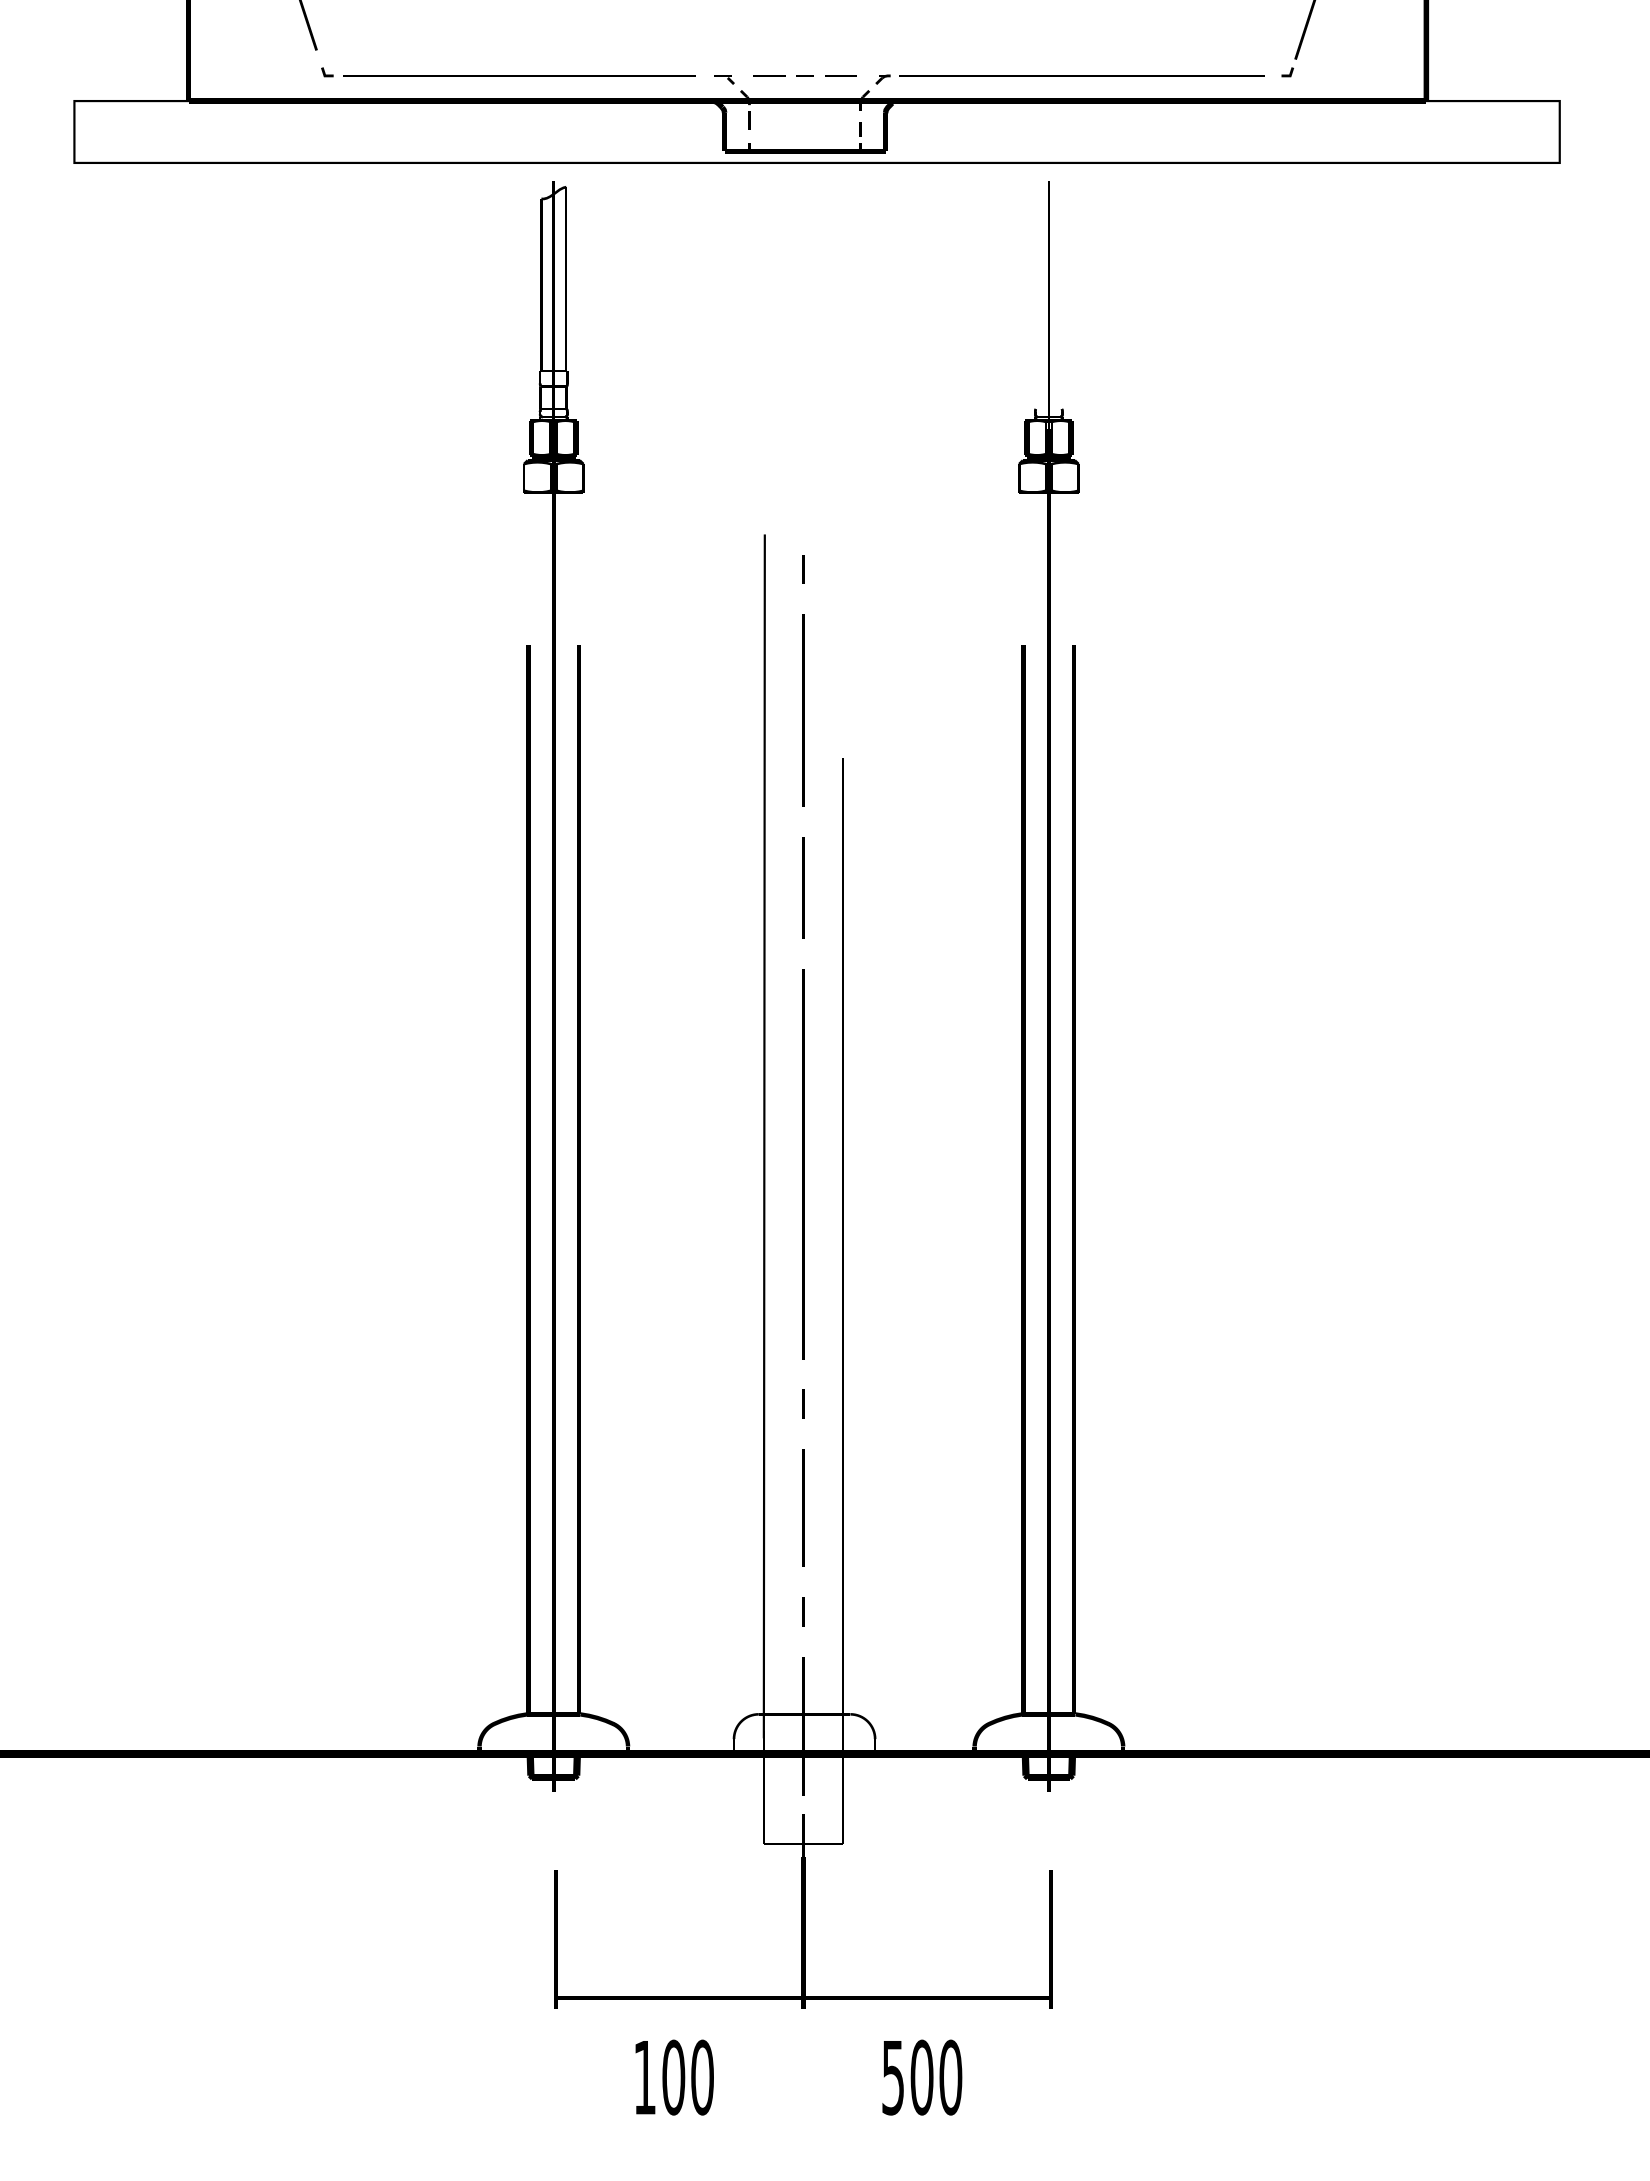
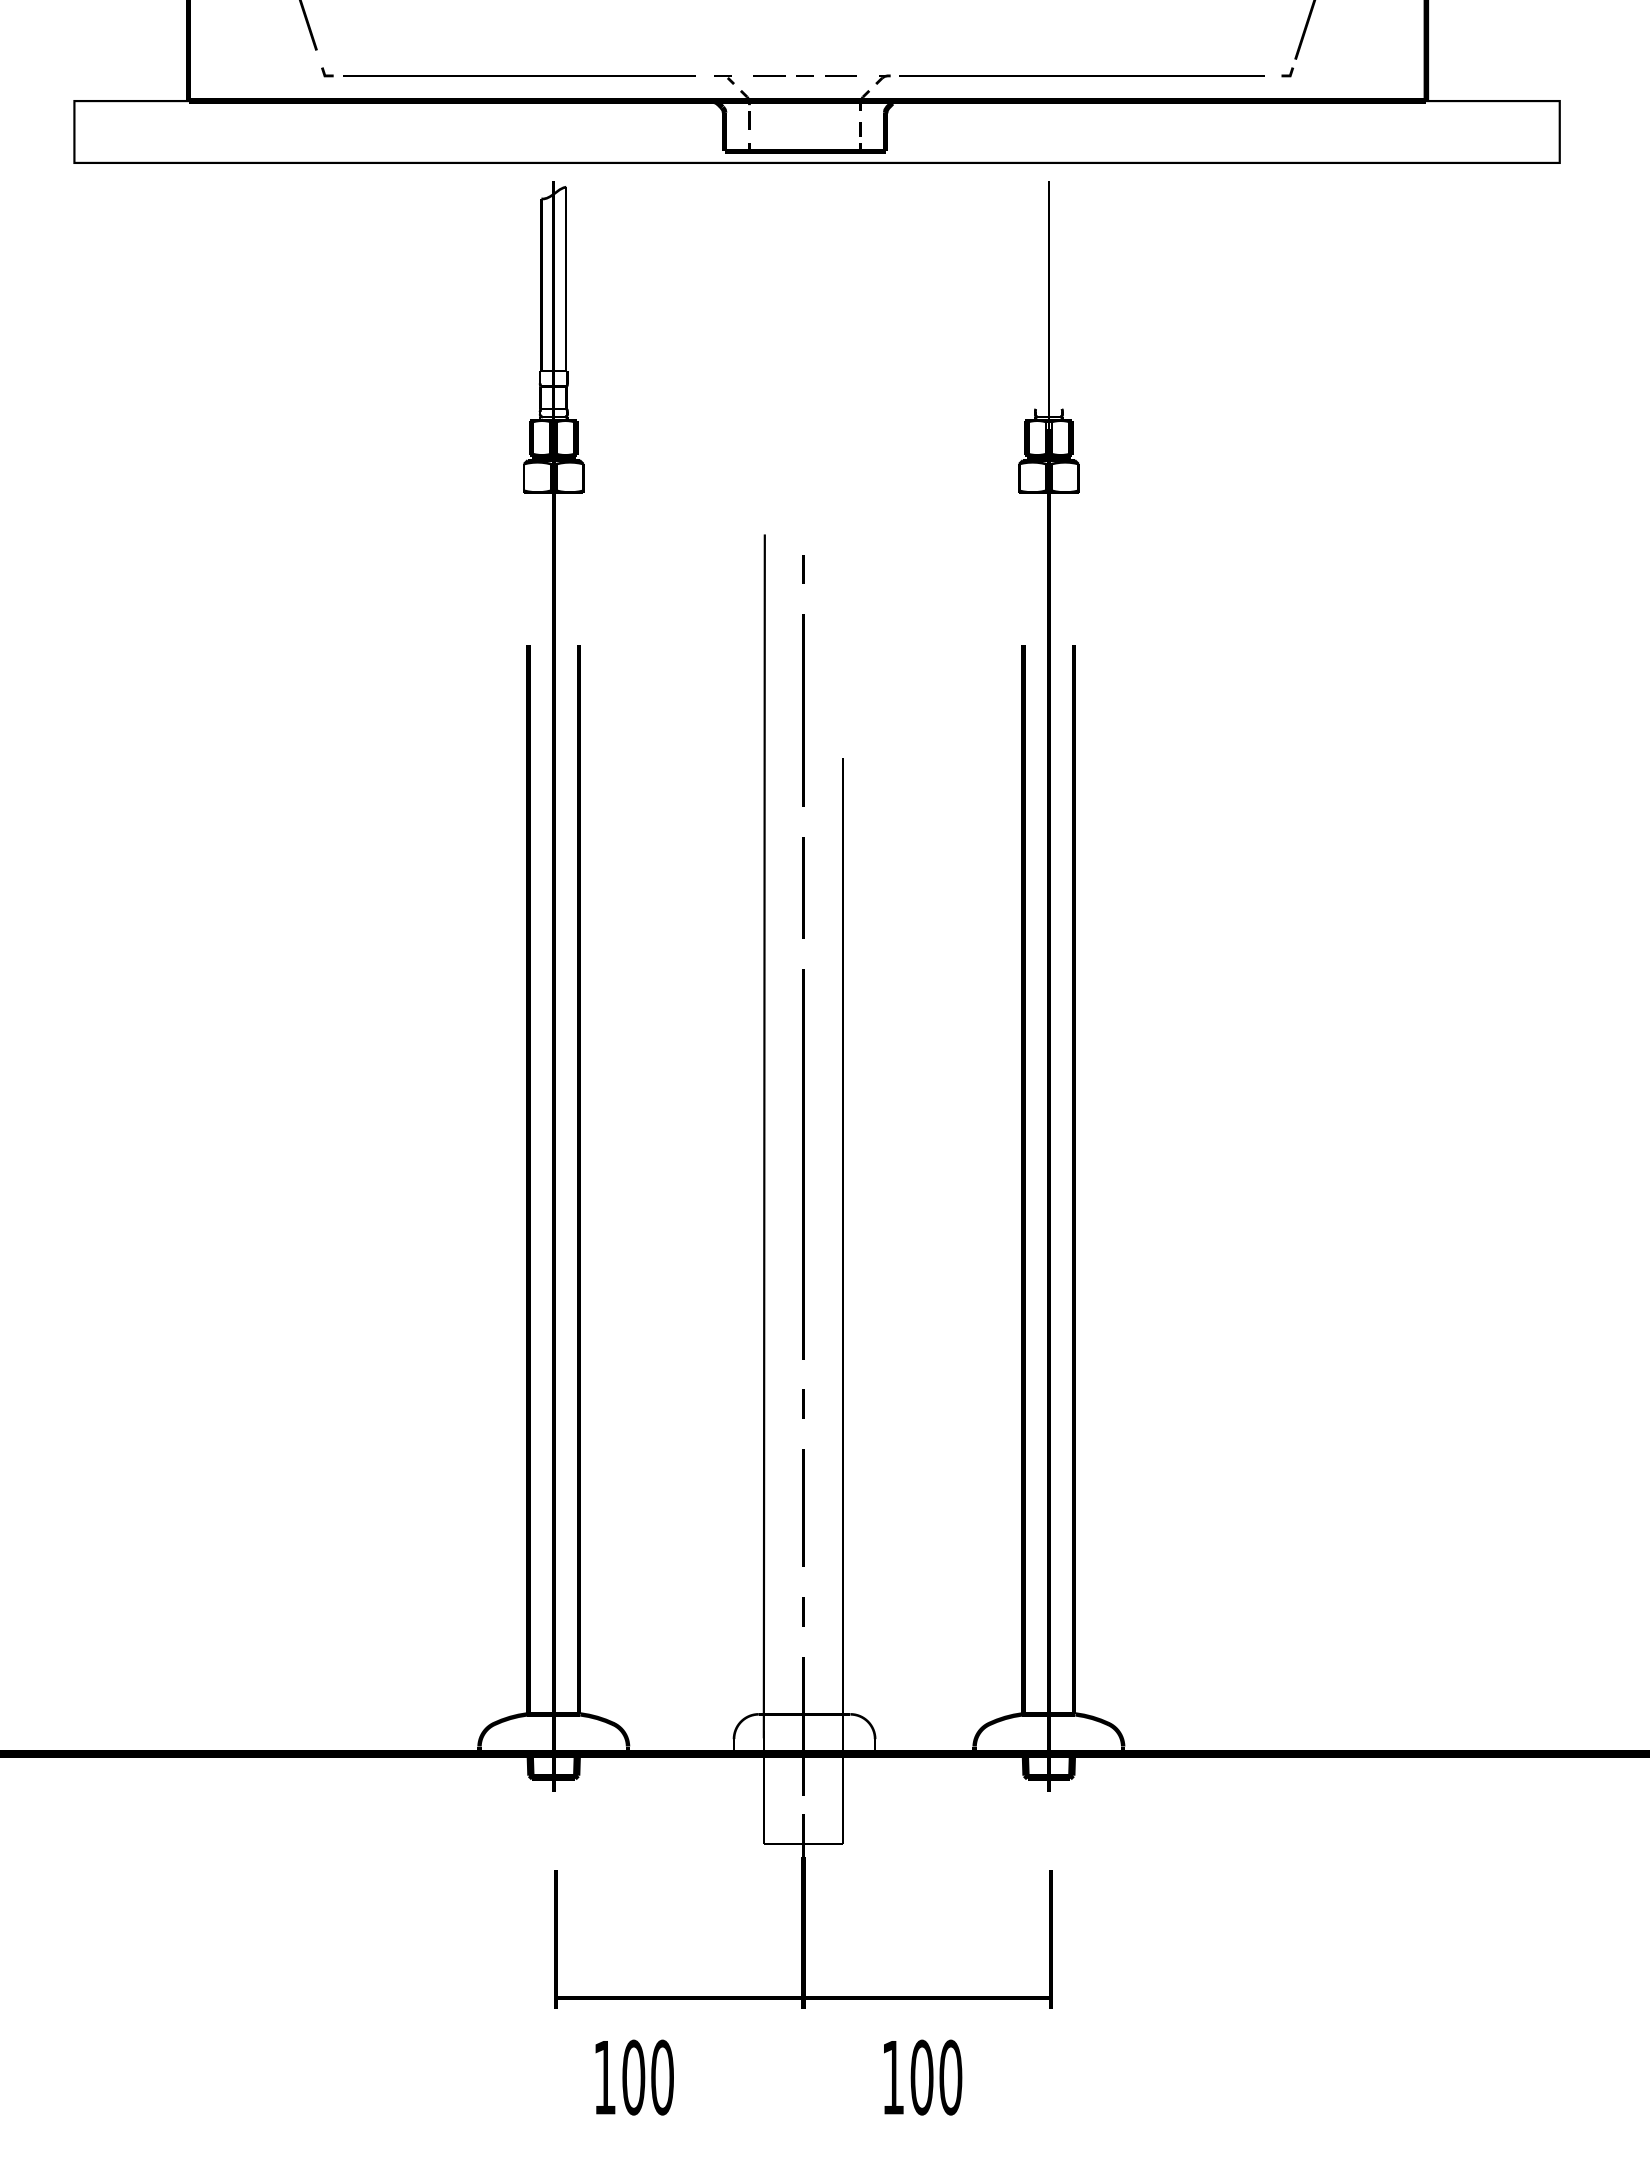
text at (674, 2077) position: (674, 2077) -> (634, 2077)
text at (892, 2078): 500 -> 100
